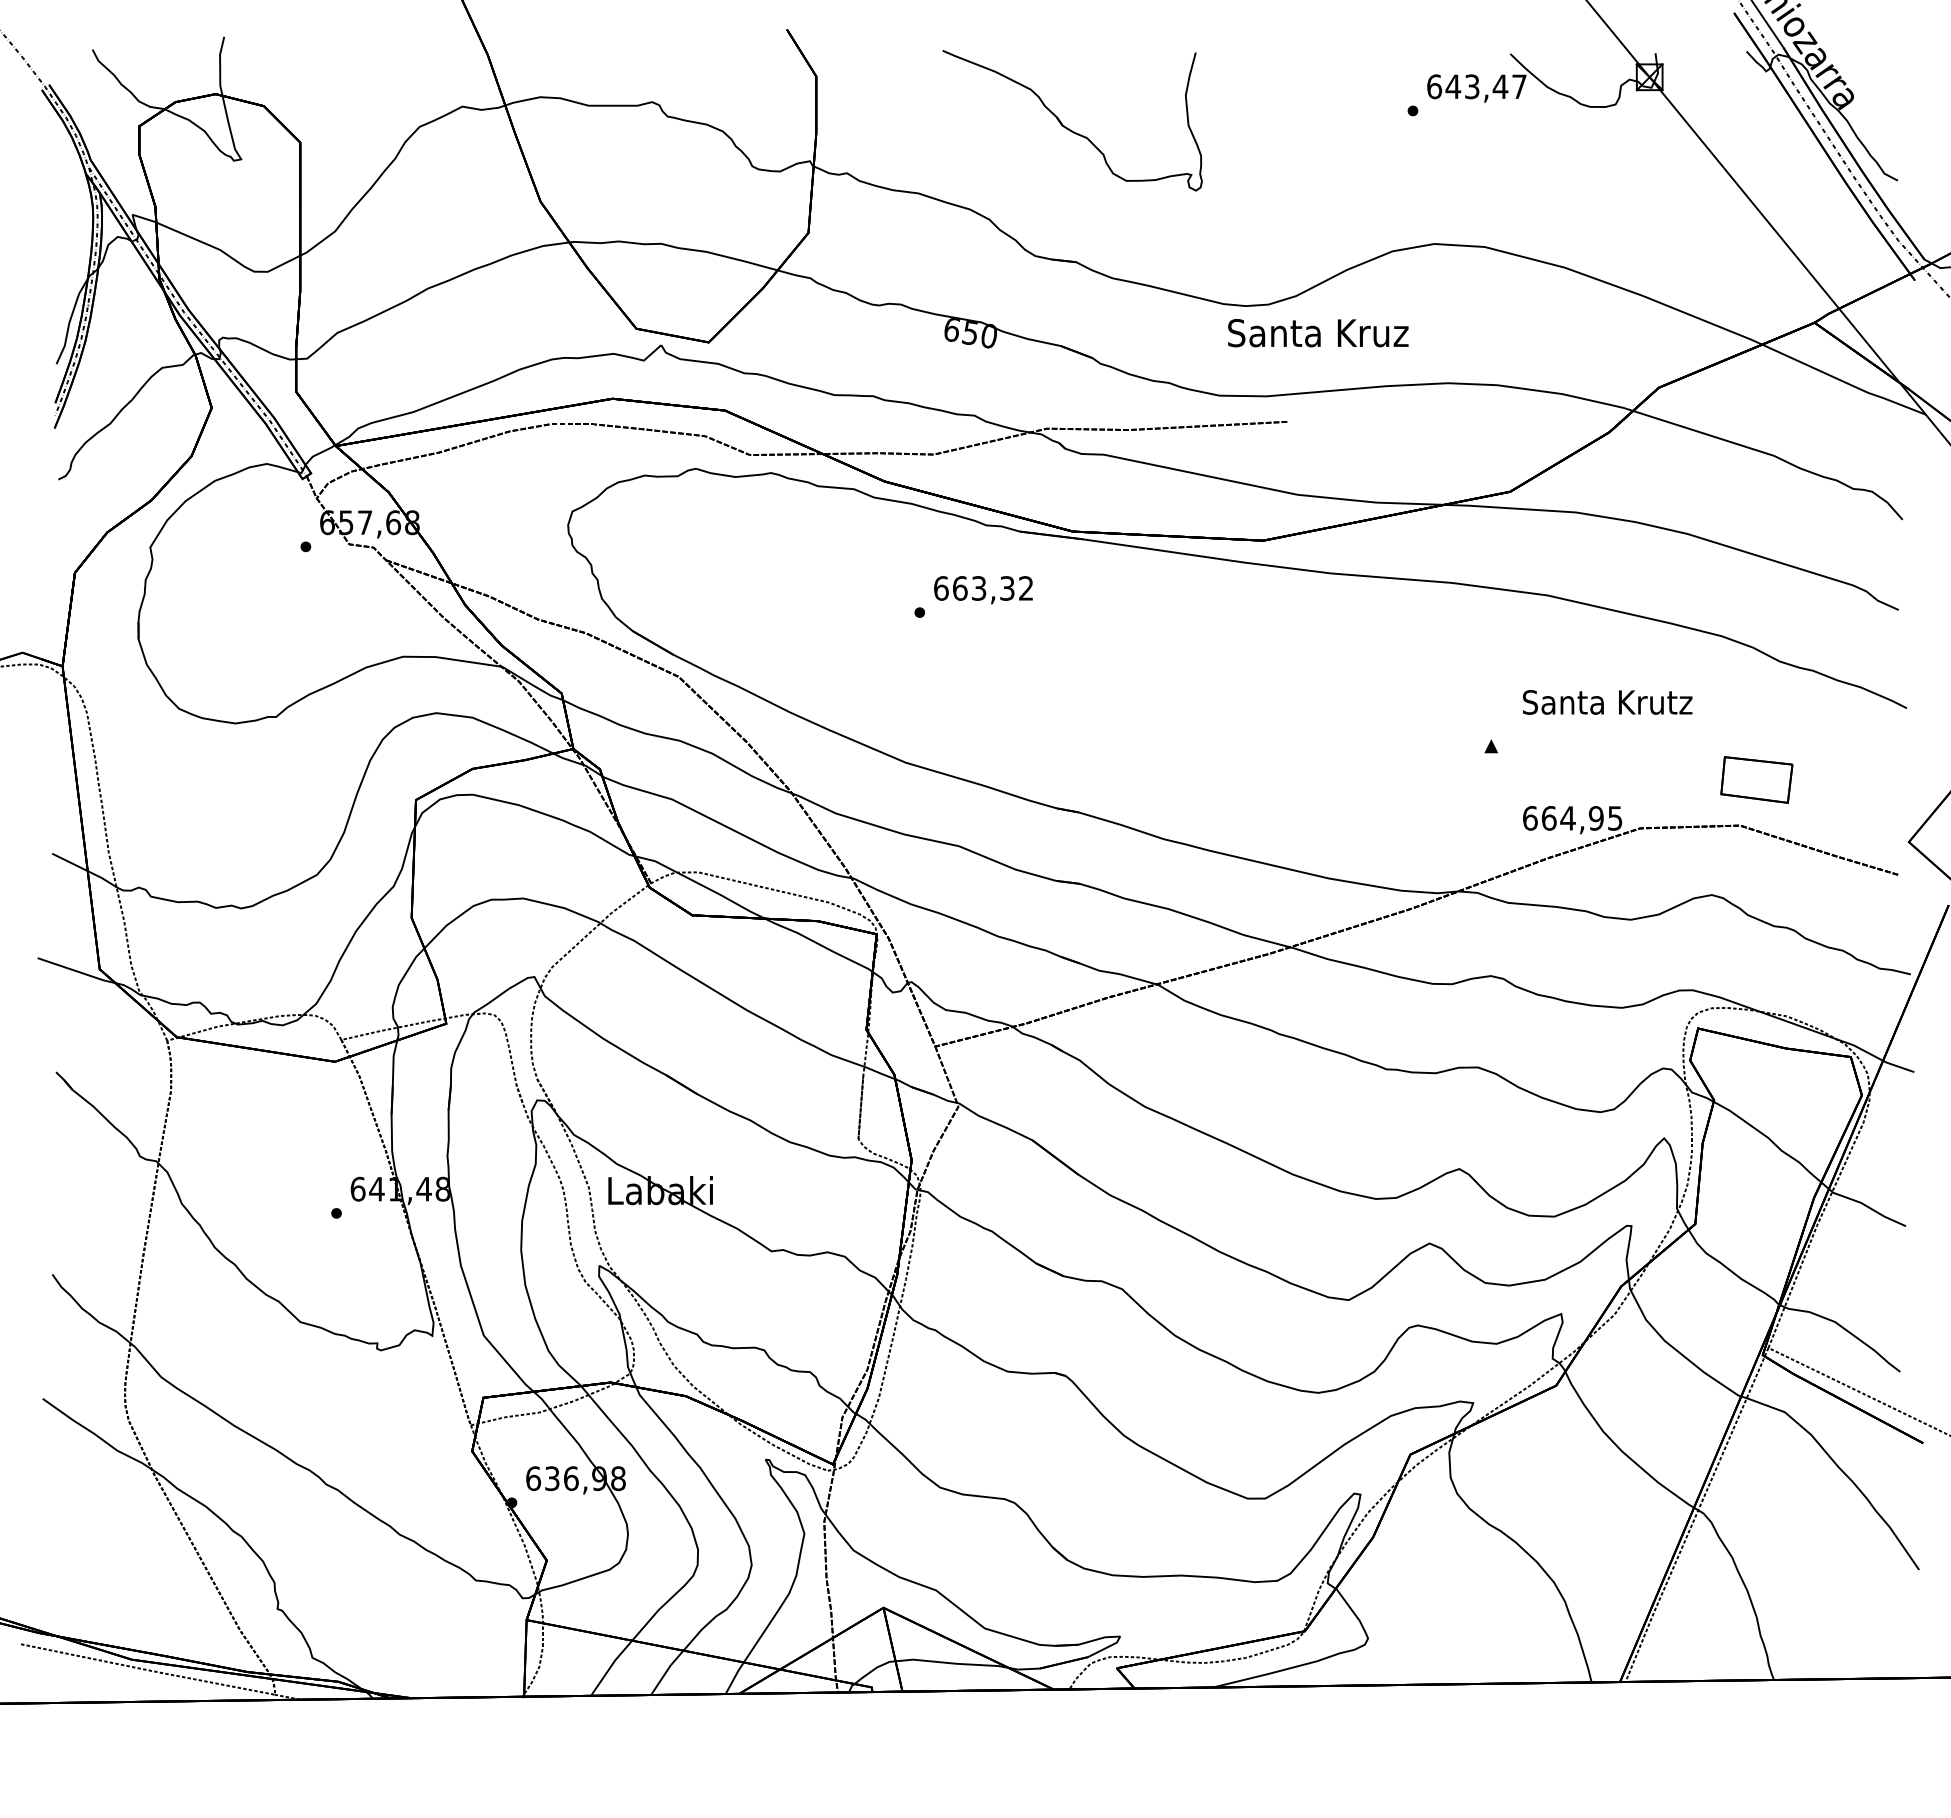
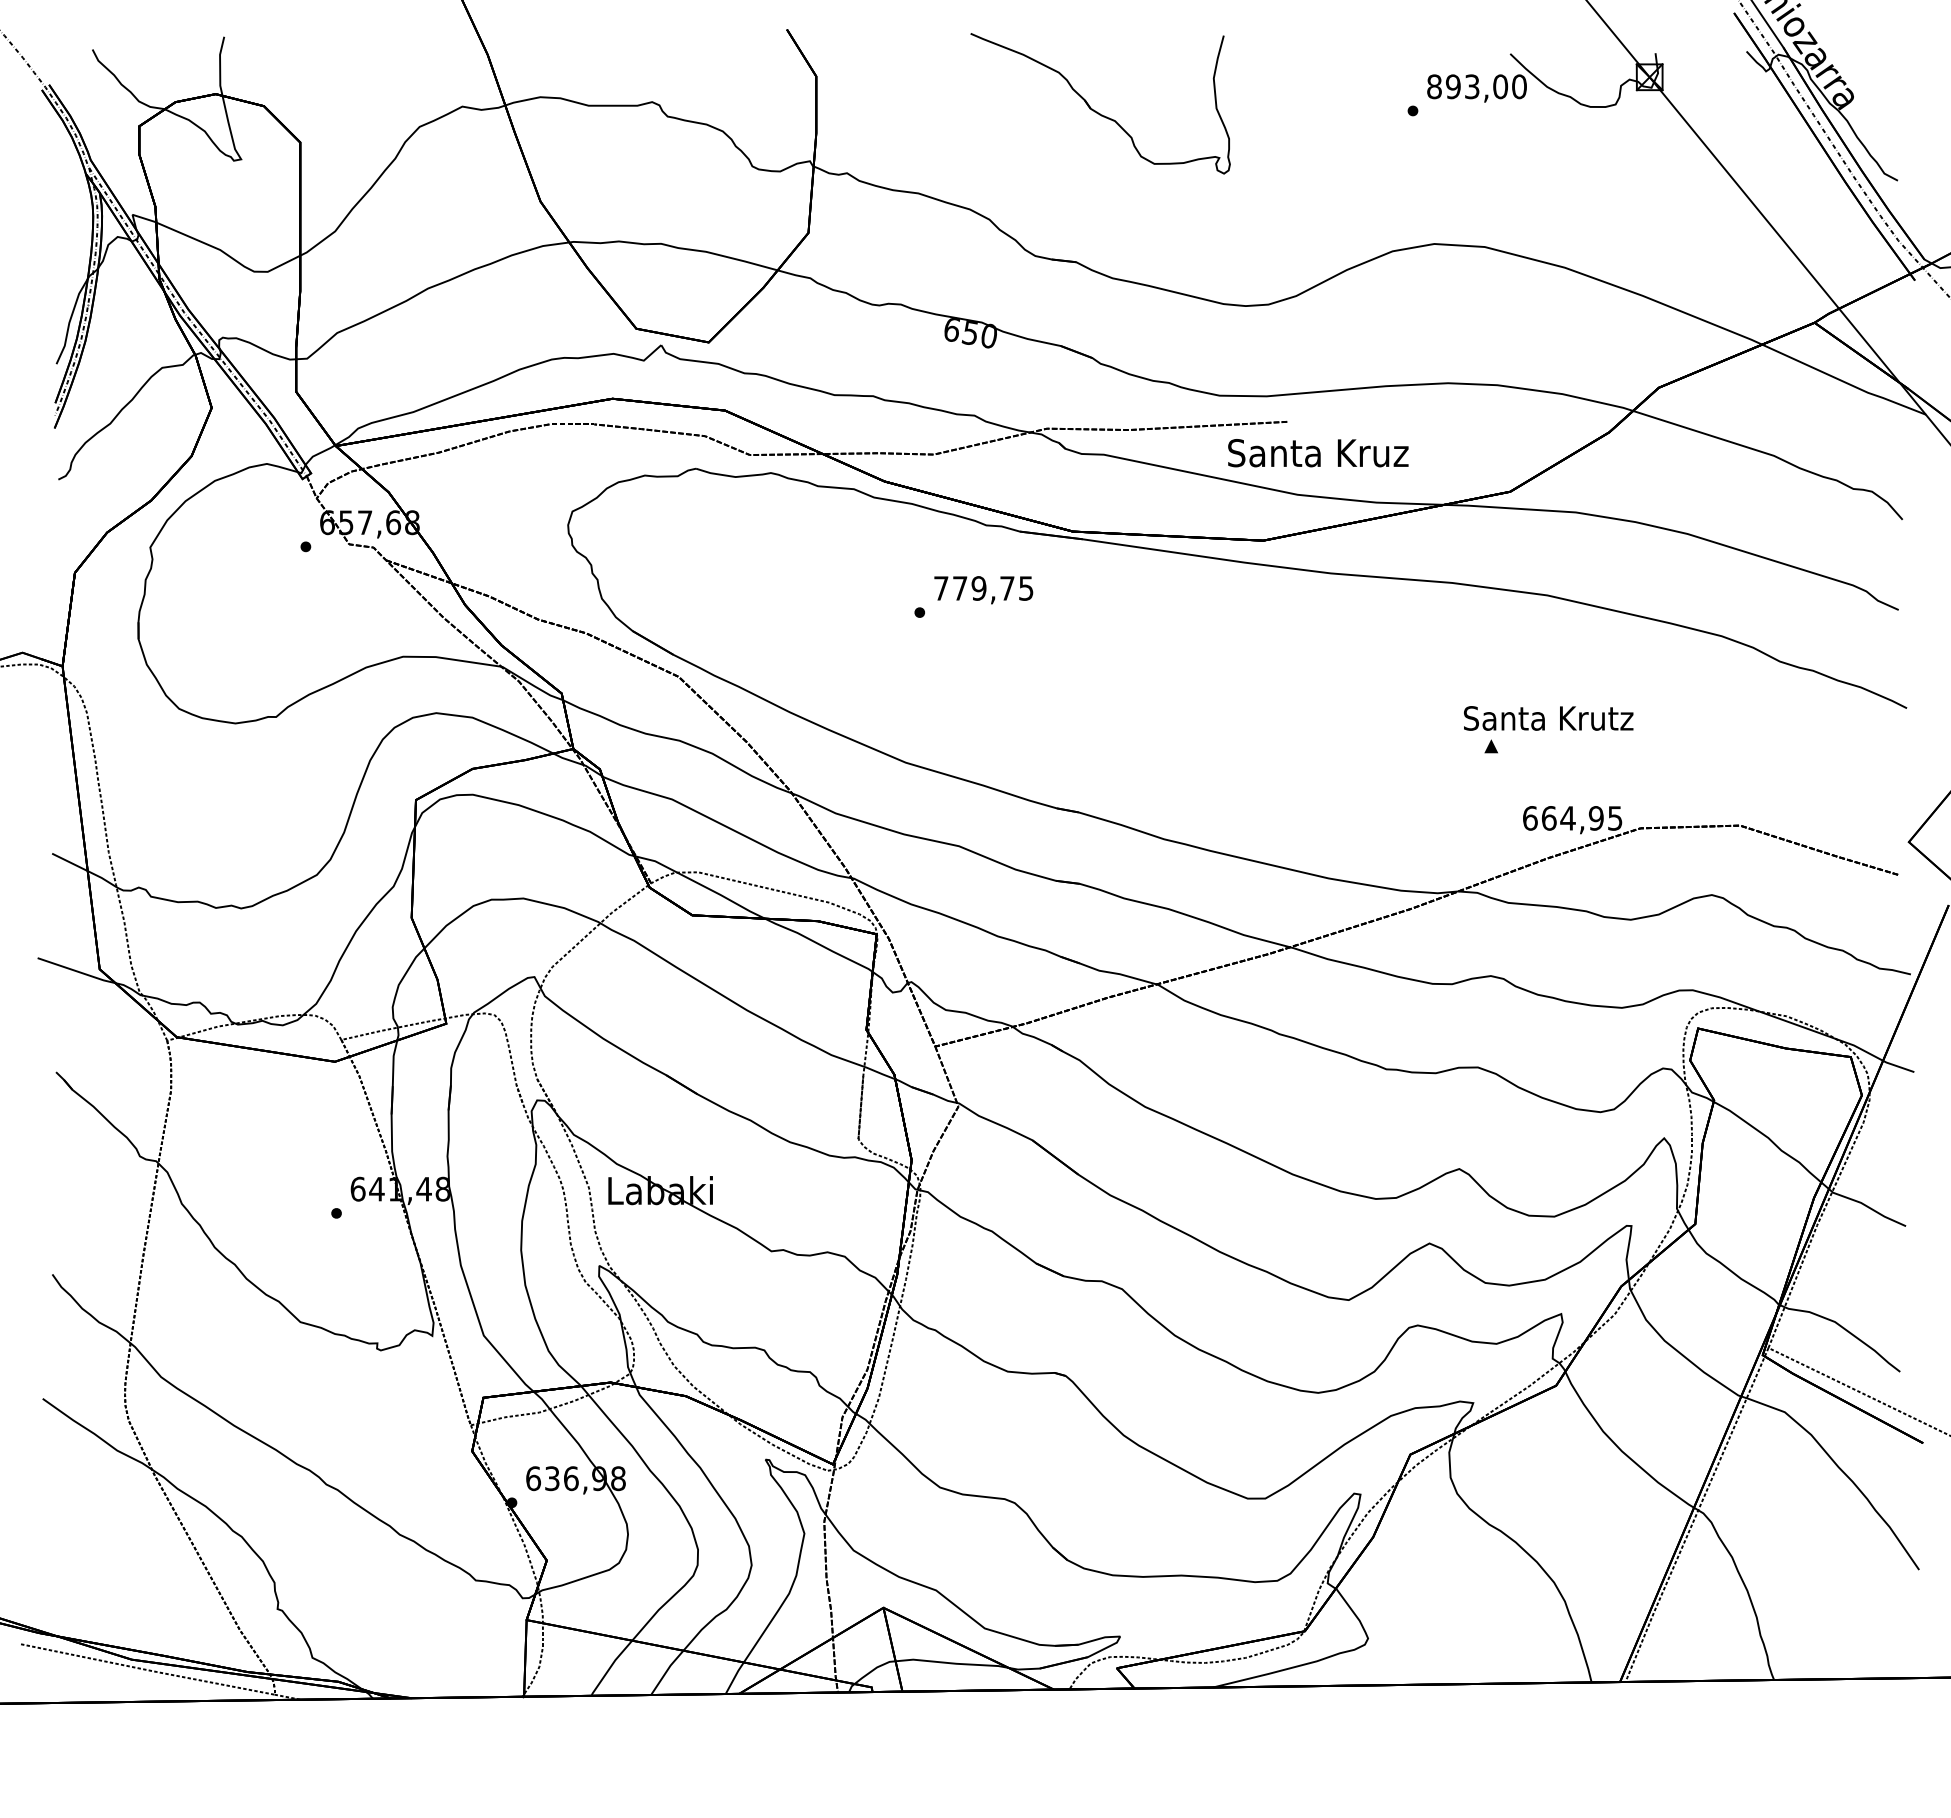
text at (1476, 86): 643,47 -> 893,00
part at (1069, 128) position: (1069, 128) -> (1097, 111)
text at (1318, 333) position: (1318, 333) -> (1318, 453)
text at (983, 588): 663,32 -> 779,75
text at (1607, 702) position: (1607, 702) -> (1548, 718)
part at (1756, 779): present -> none
